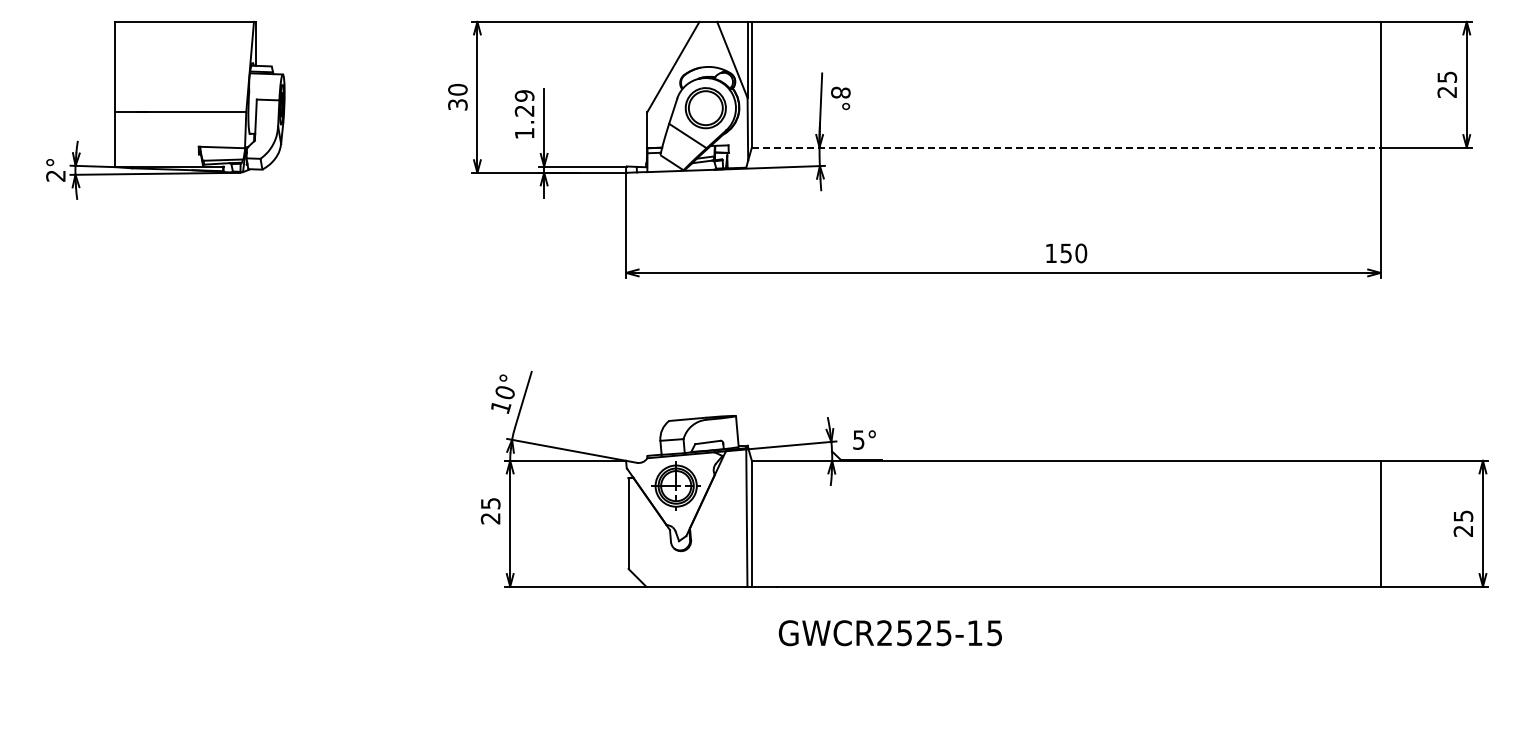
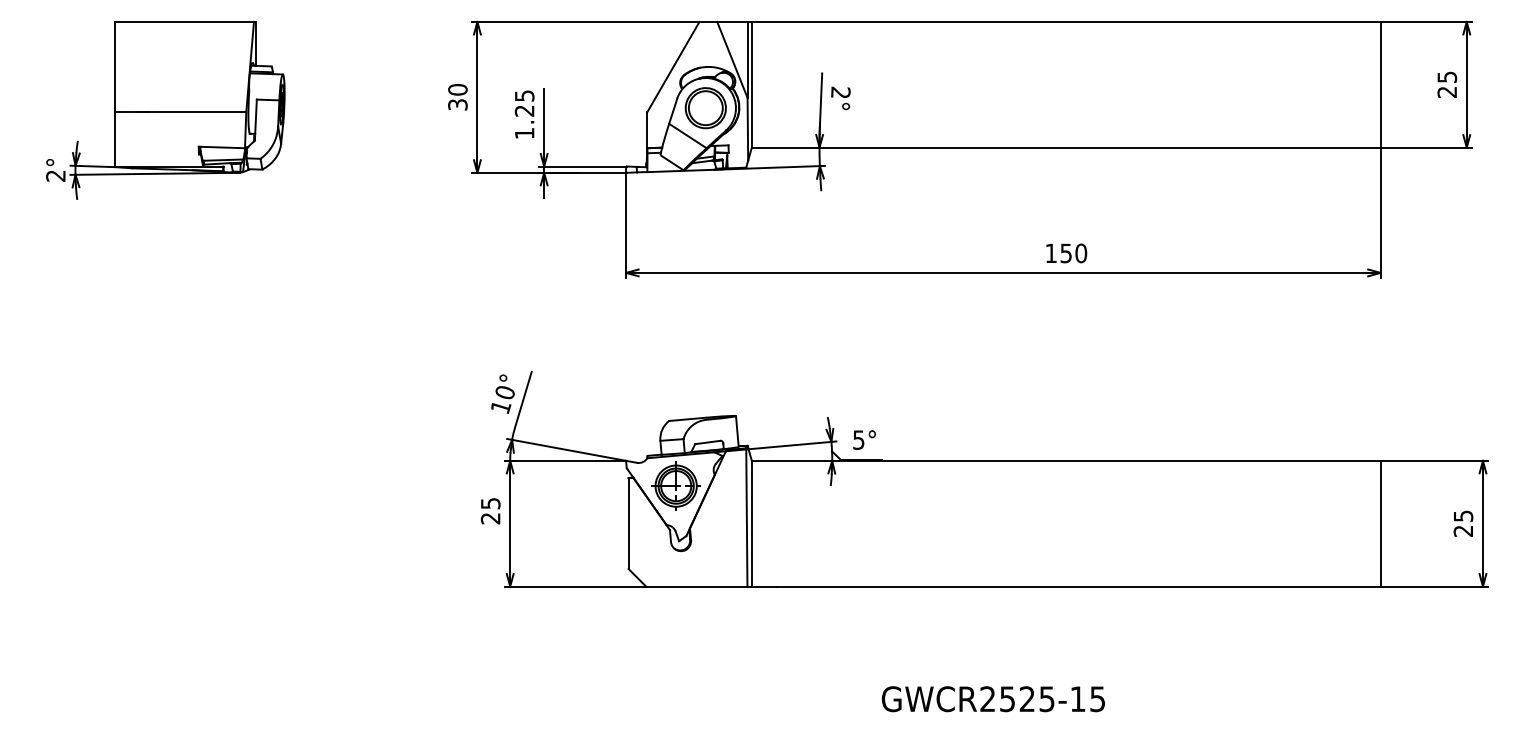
text at (840, 92): 8° -> 2°
text at (524, 95): 1.29 -> 1.25
line at (1066, 147): dashed -> solid
text at (889, 633) position: (889, 633) -> (992, 699)
